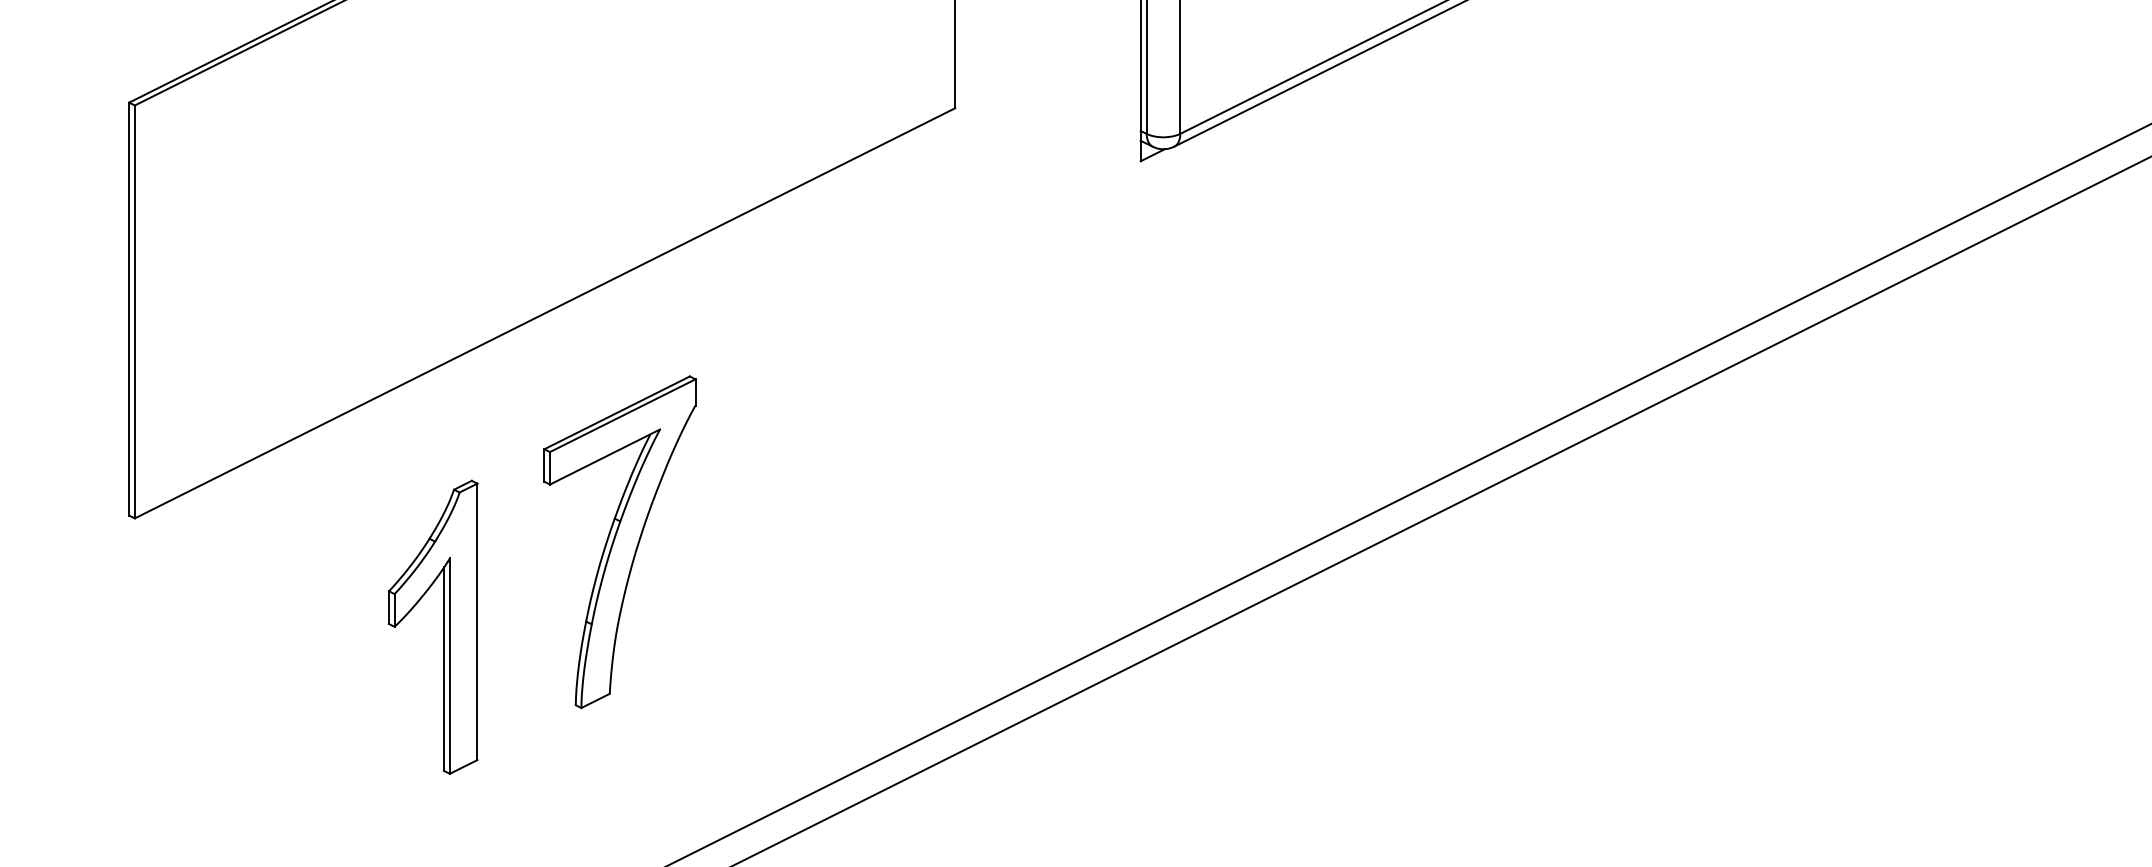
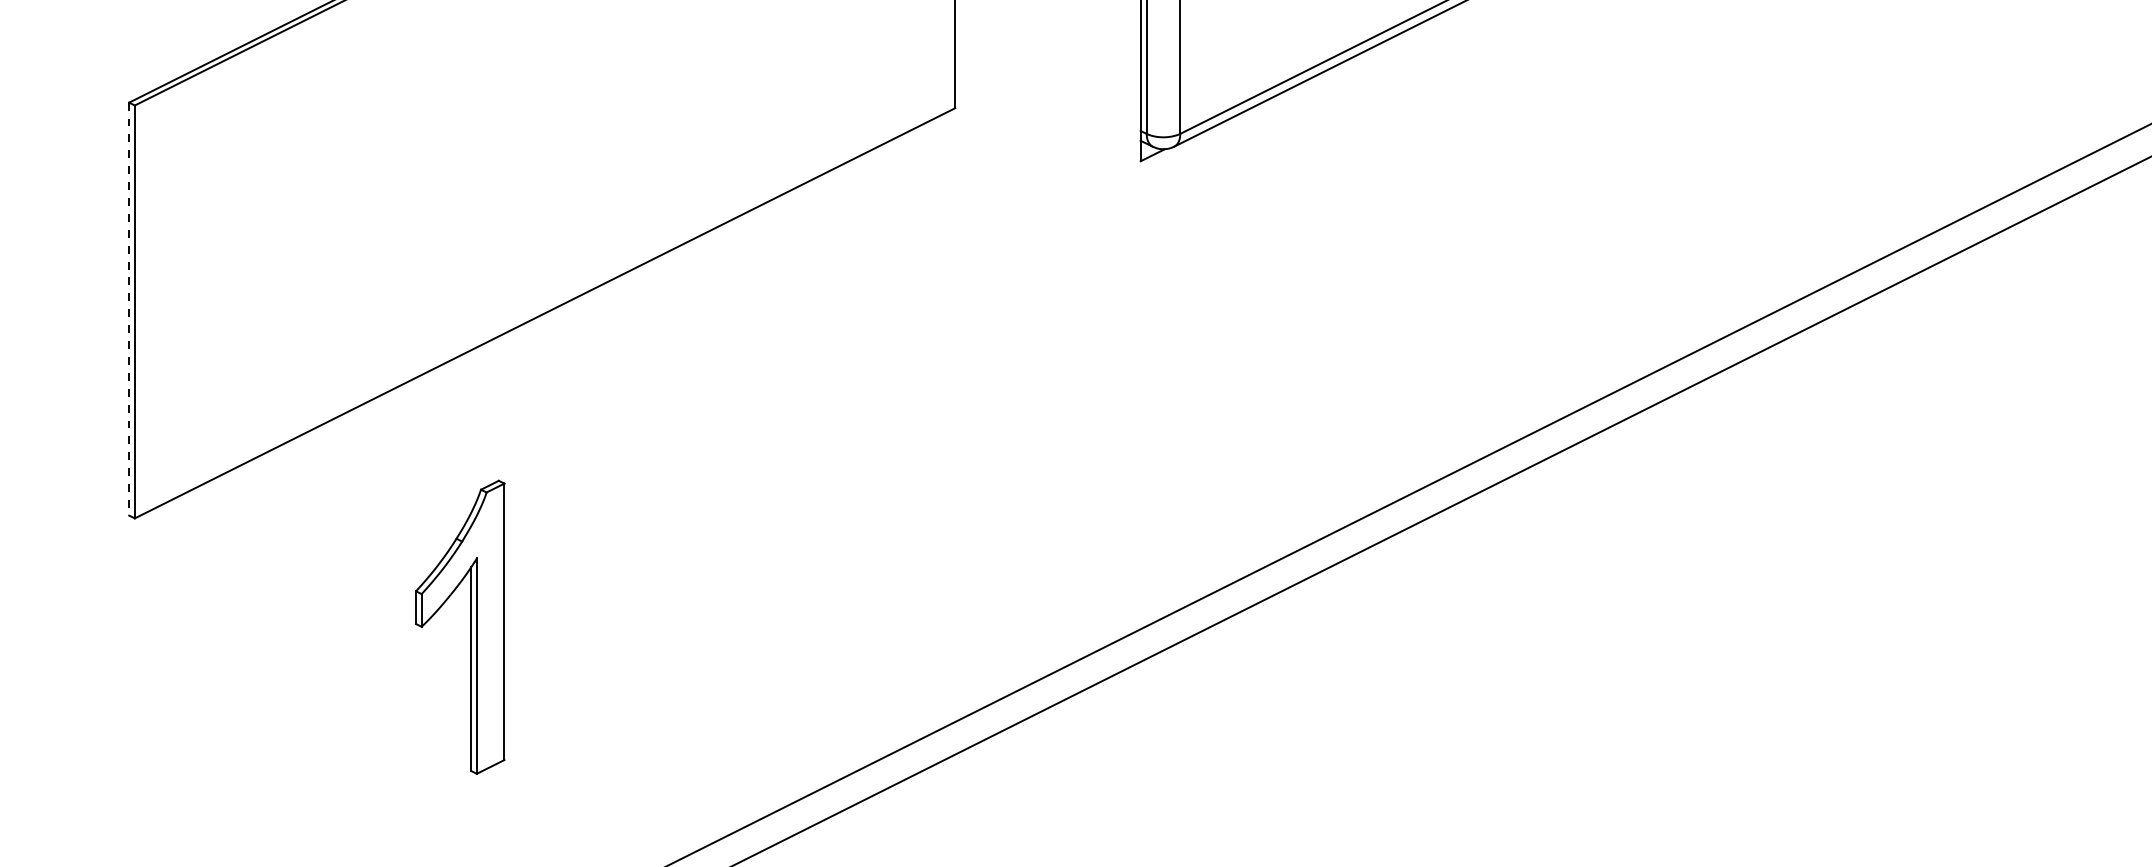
line at (129, 309): solid -> dashed
part at (619, 542): present -> none
part at (443, 626) position: (443, 626) -> (470, 626)
